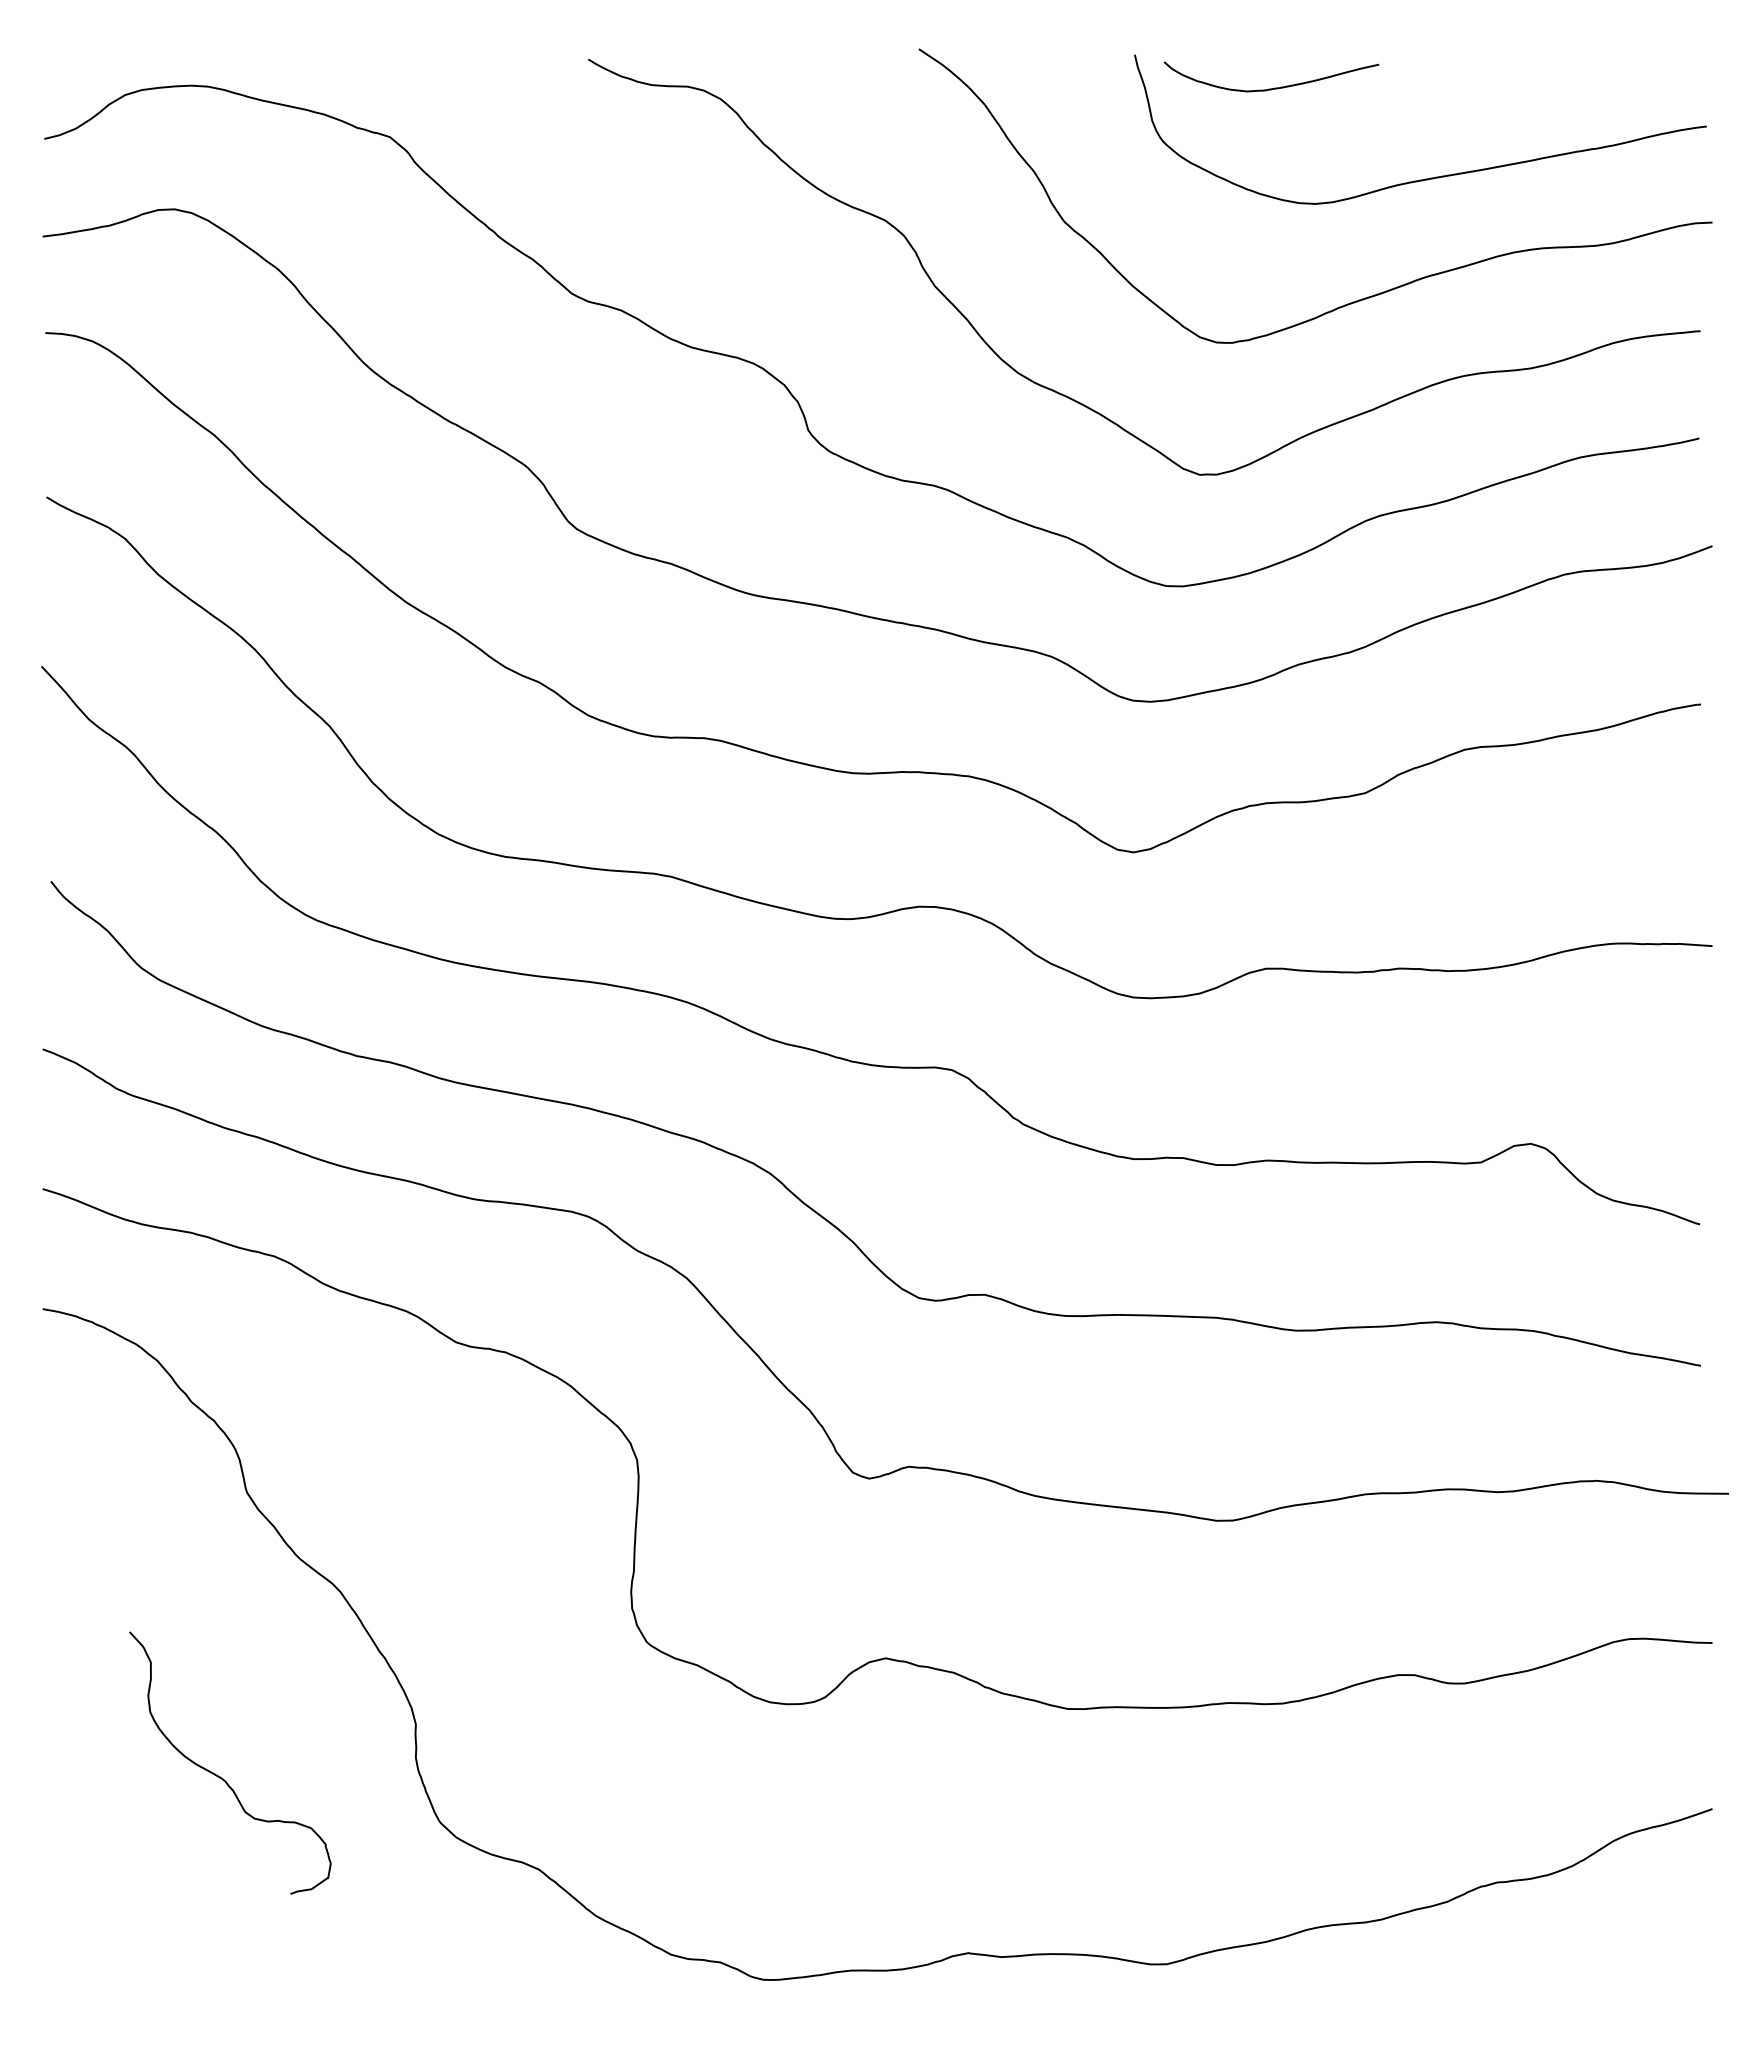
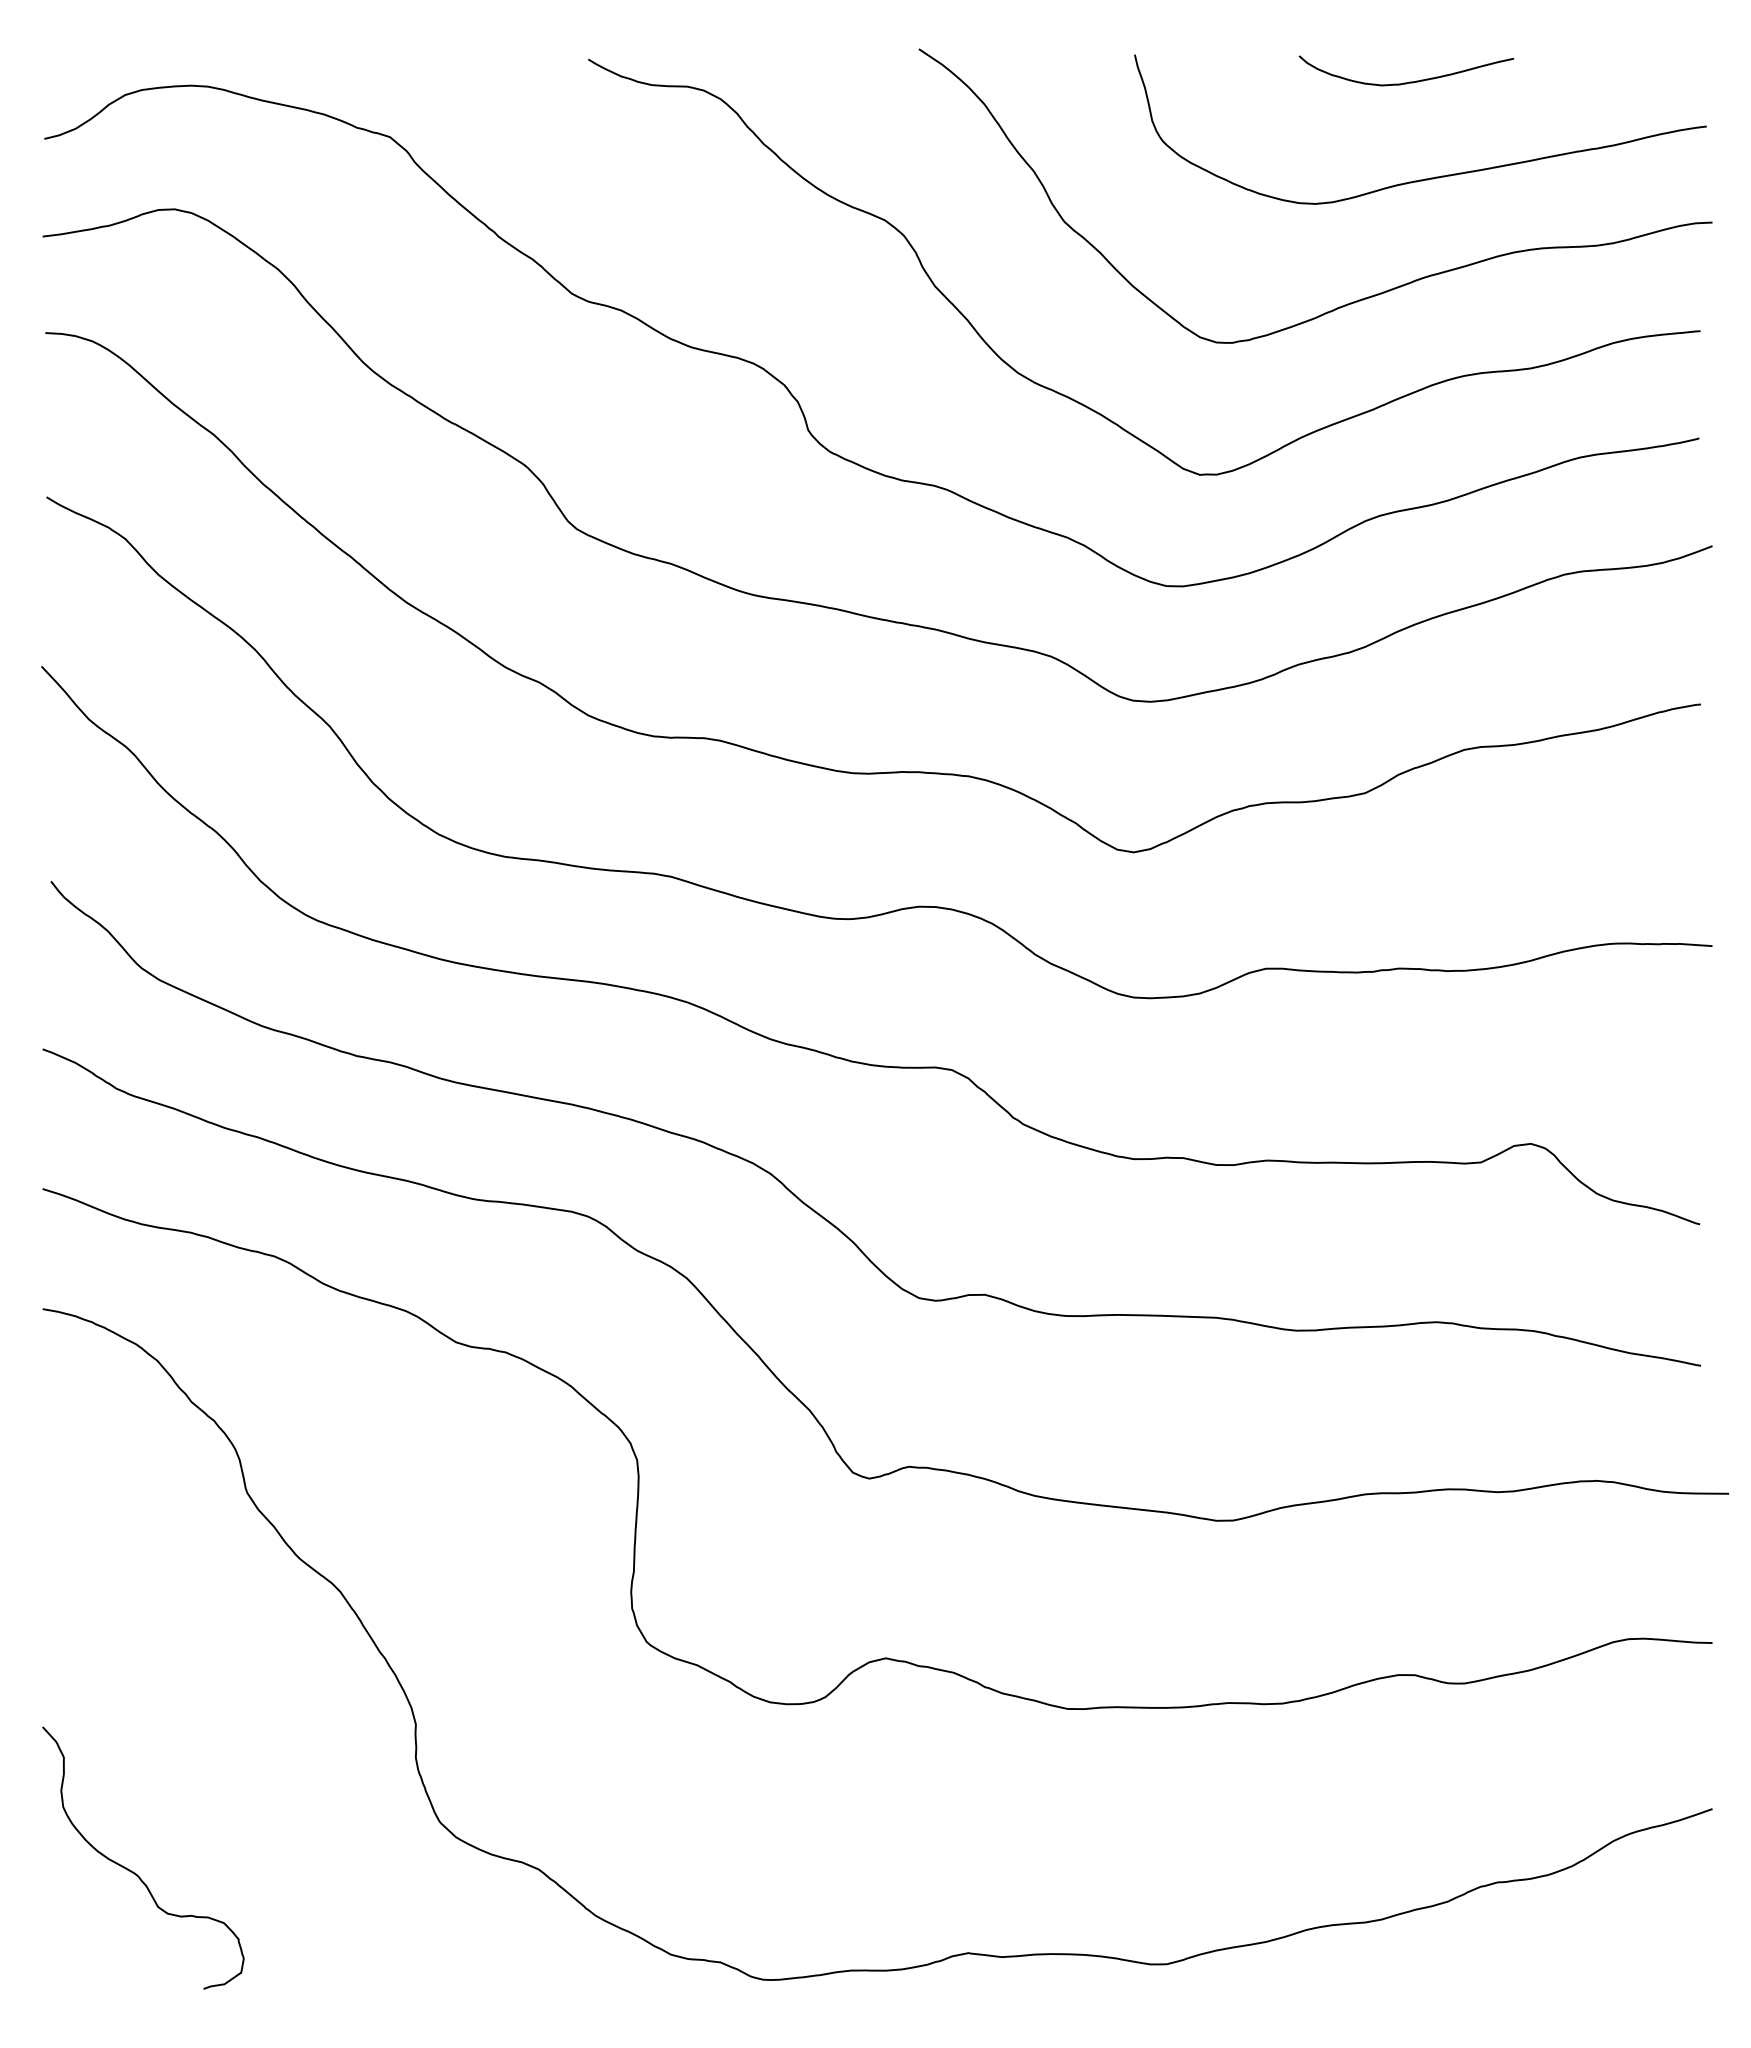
curve at (1274, 87) position: (1274, 87) -> (1409, 81)
curve at (222, 1777) position: (222, 1777) -> (135, 1872)
